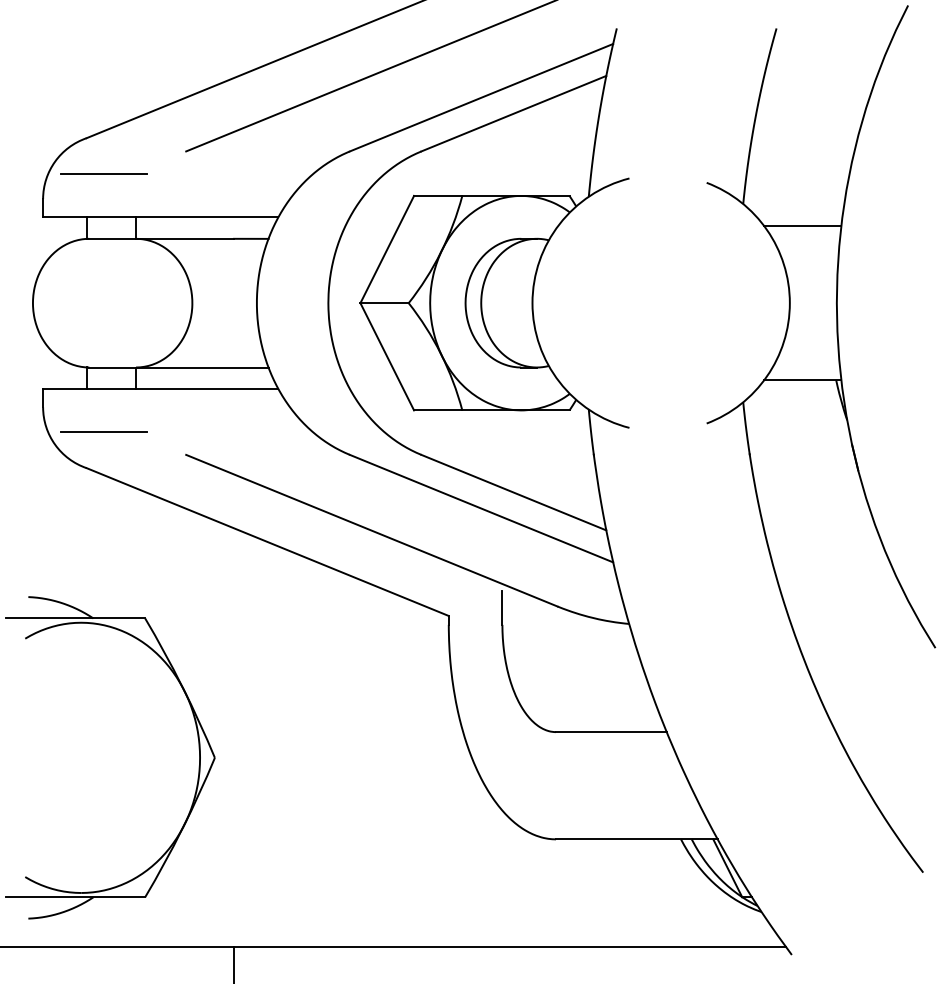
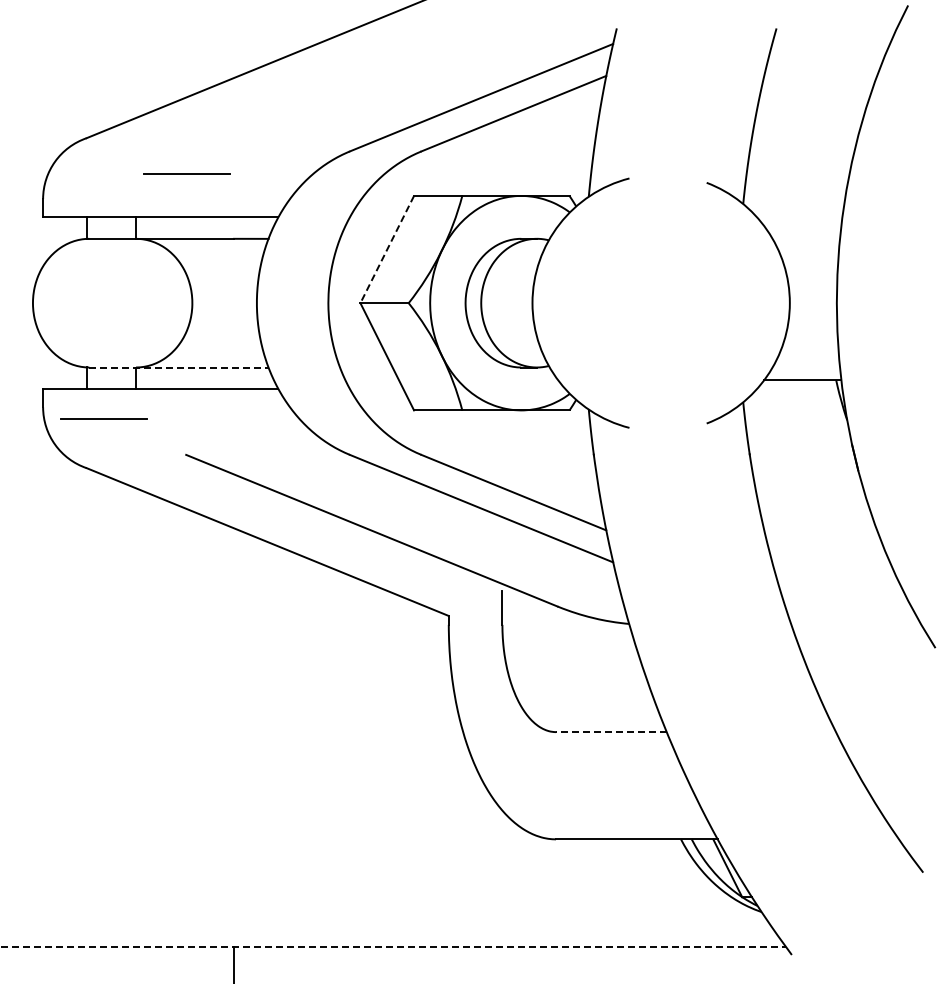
line at (368, 76): present -> none
line at (103, 173) position: (103, 173) -> (186, 173)
line at (802, 225): present -> none
line at (387, 249): solid -> dashed
line at (178, 367): solid -> dashed
line at (103, 431) position: (103, 431) -> (103, 418)
line at (610, 732): solid -> dashed
part at (198, 749): present -> none
line at (392, 946): solid -> dashed
